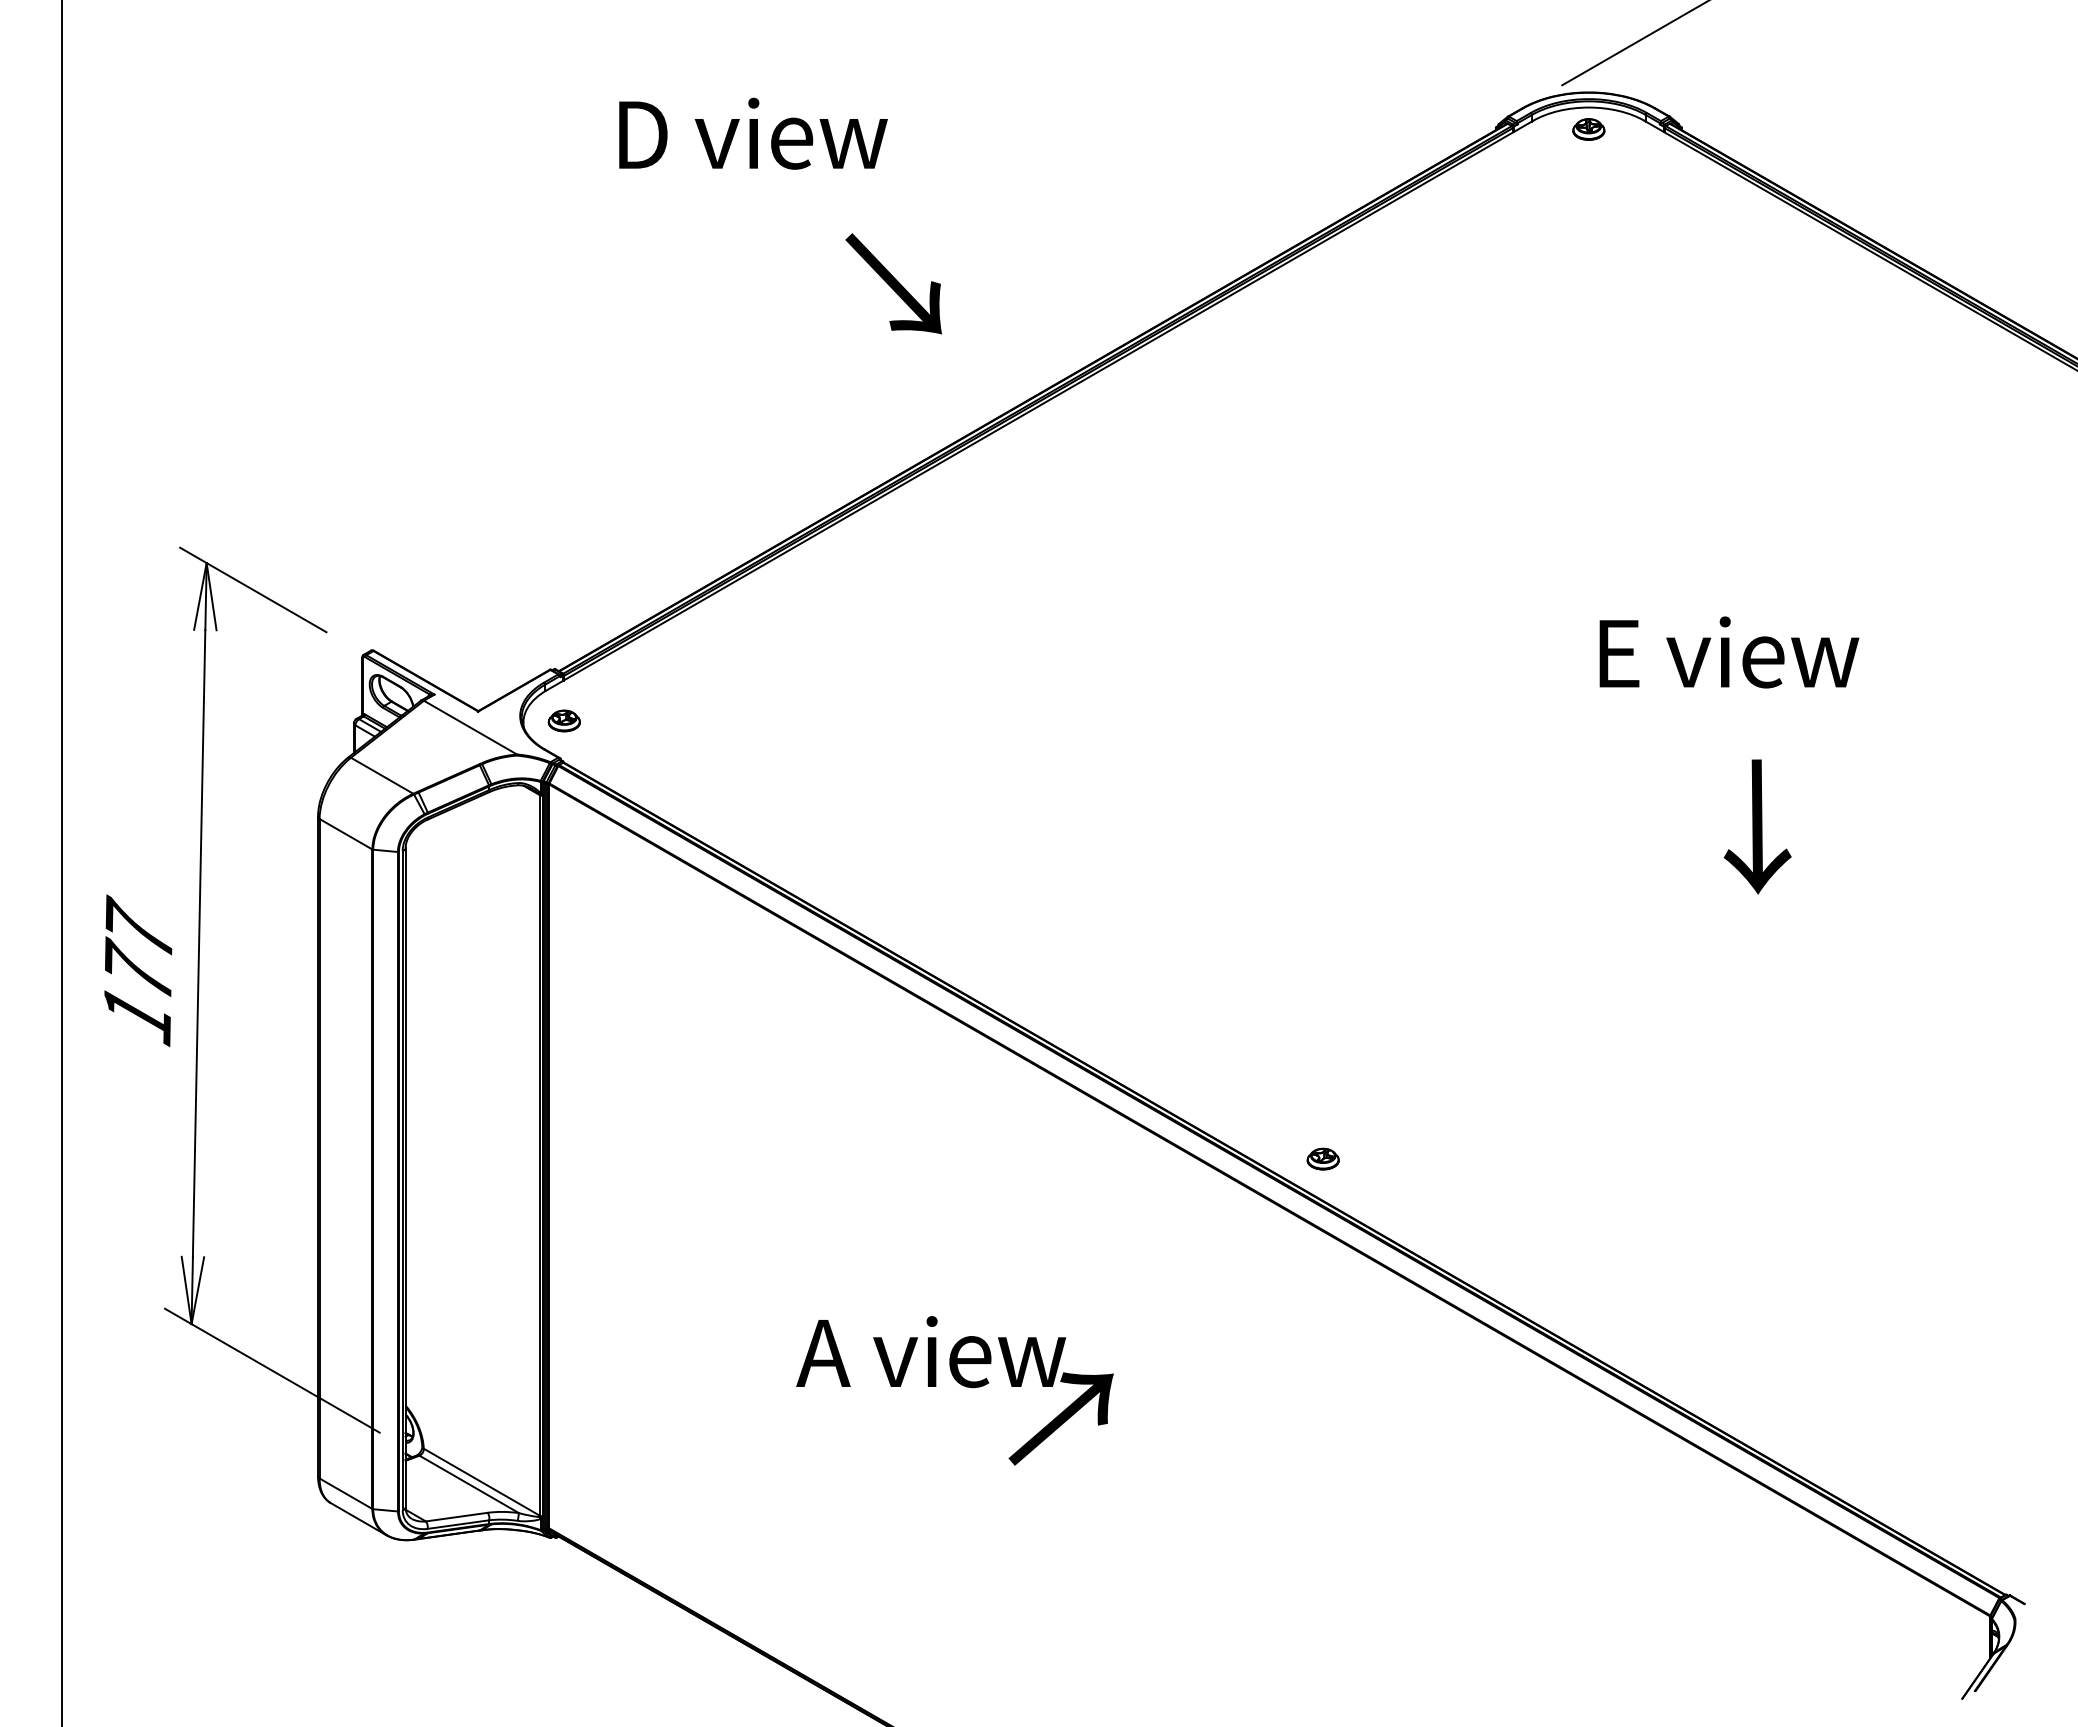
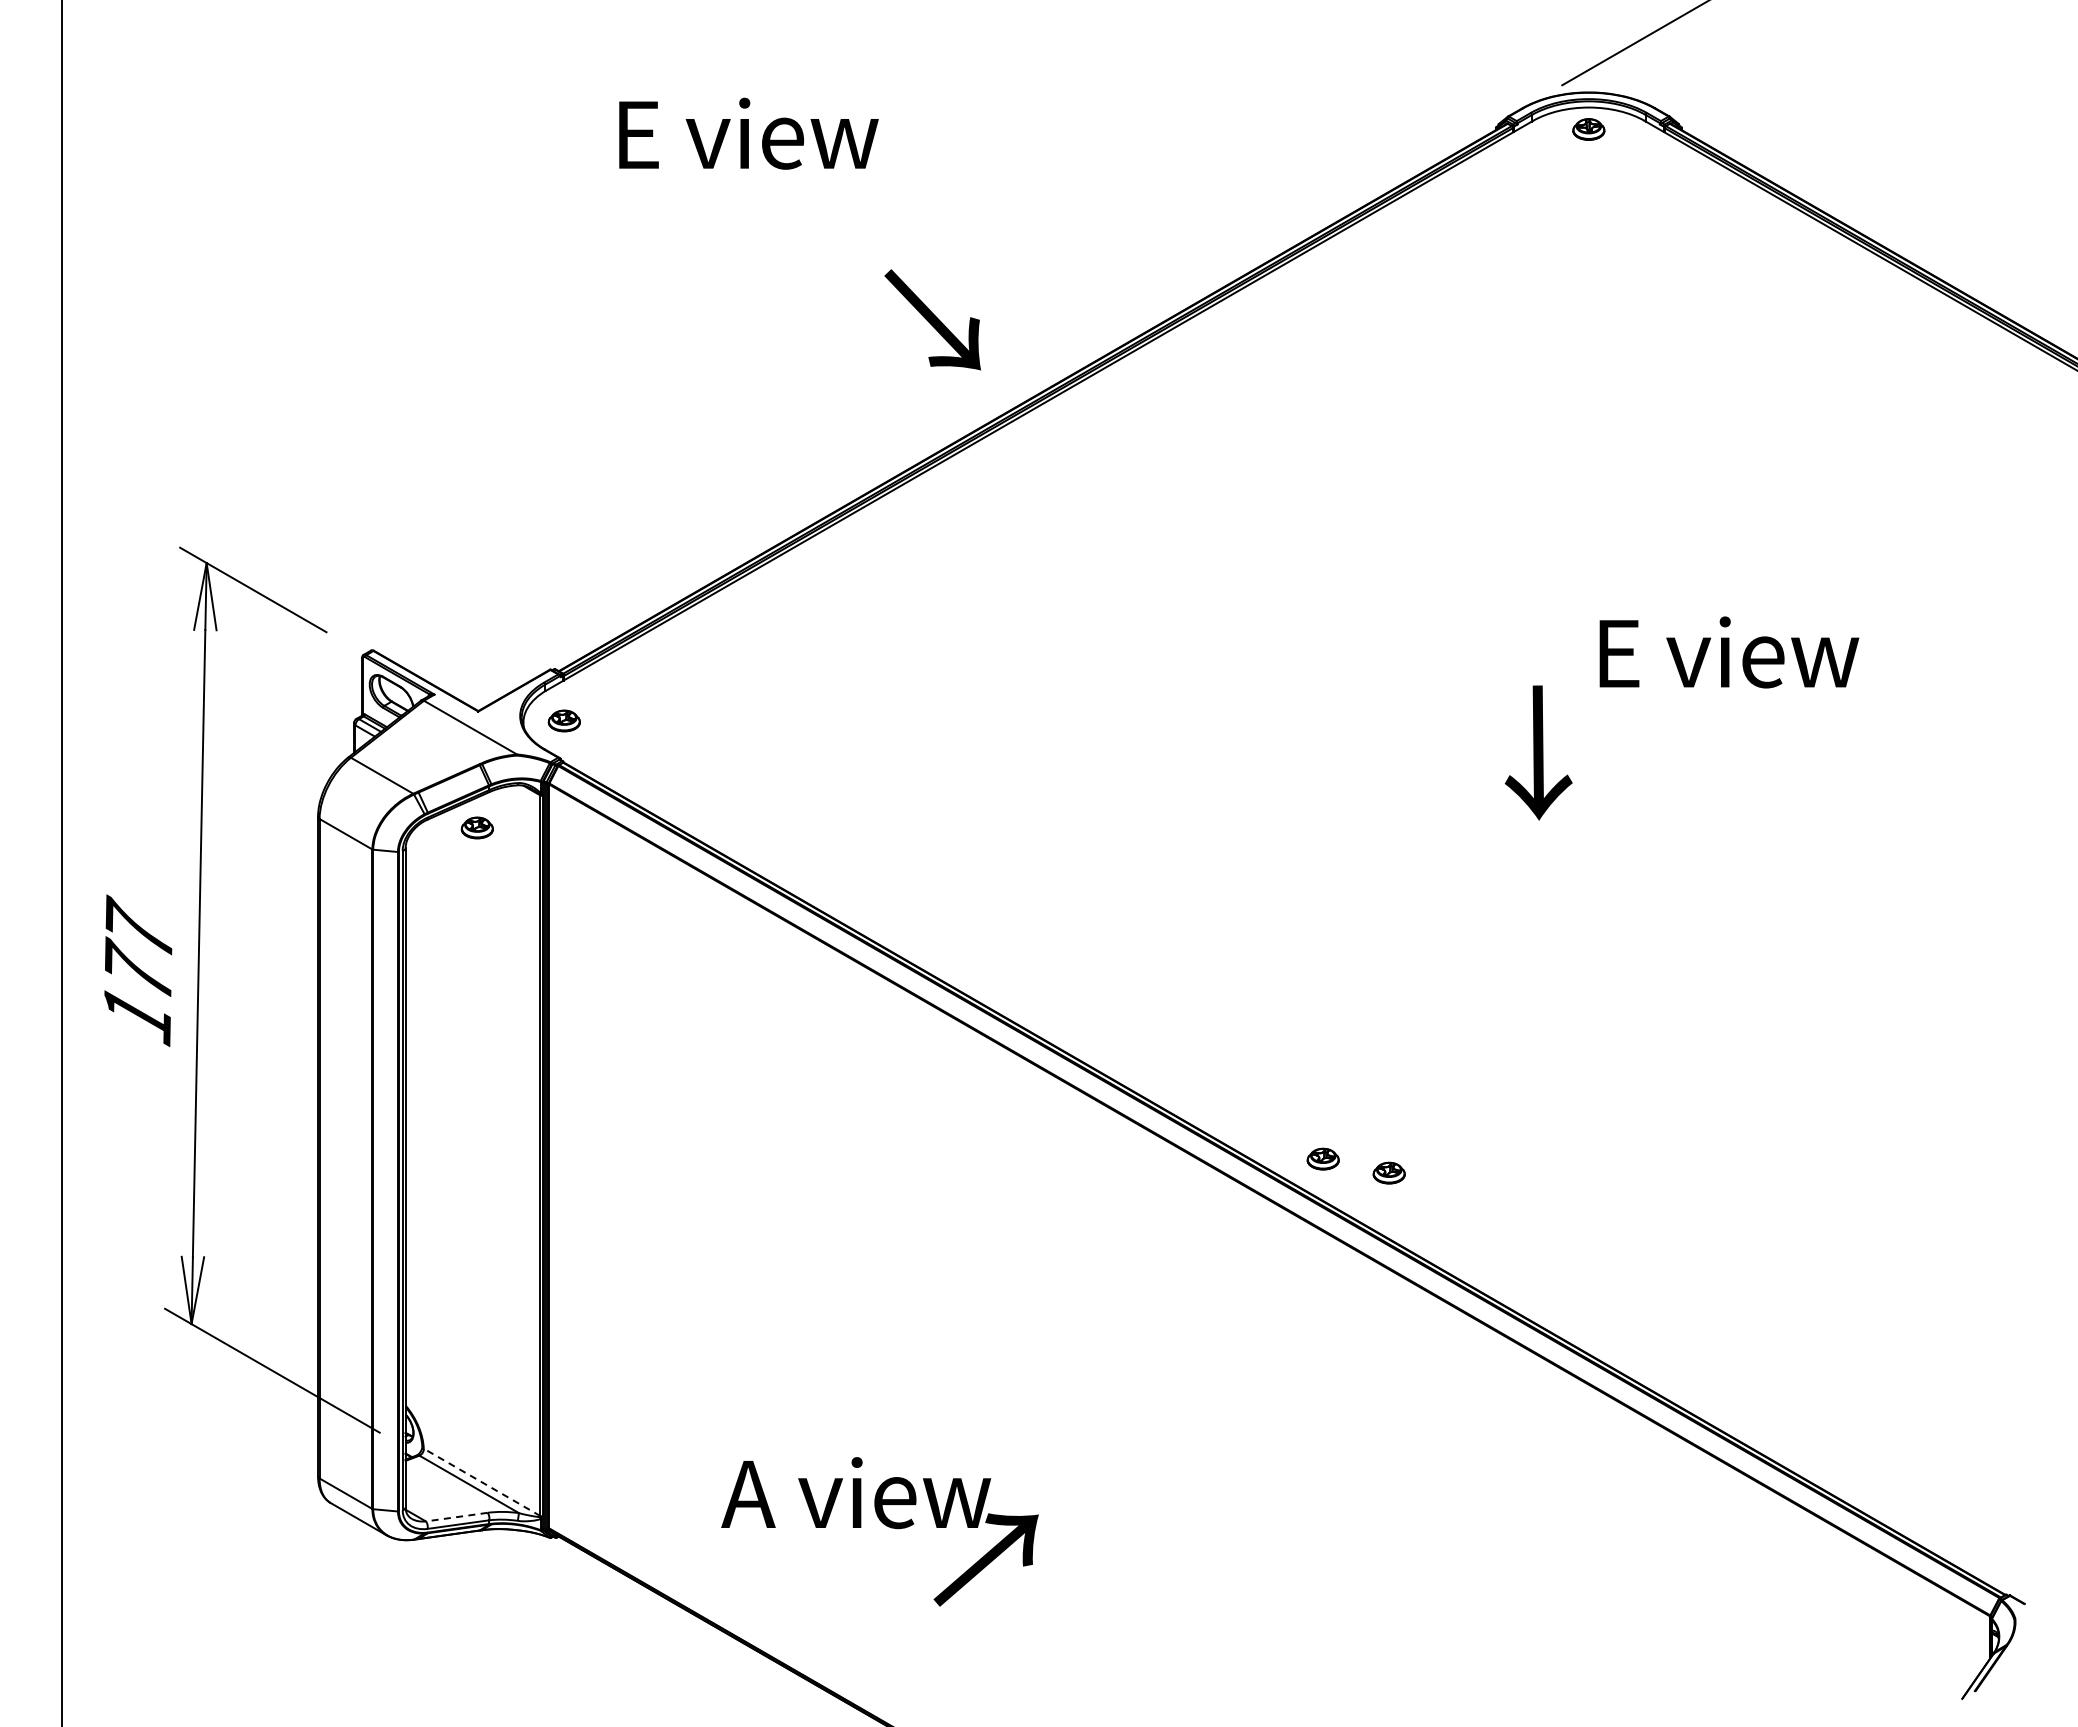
text at (757, 133): D view -> E view
text at (893, 283) position: (893, 283) -> (932, 319)
text at (1757, 826) position: (1757, 826) -> (1538, 752)
part at (476, 827): none -> present
part at (1388, 1172): none -> present
text at (954, 1390) position: (954, 1390) -> (879, 1531)
line at (481, 1482): solid -> dashed
line at (456, 1517): solid -> dashed
